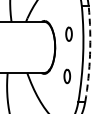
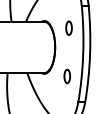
part at (68, 33) position: (68, 33) -> (68, 27)
arc at (90, 54): dashed -> solid
